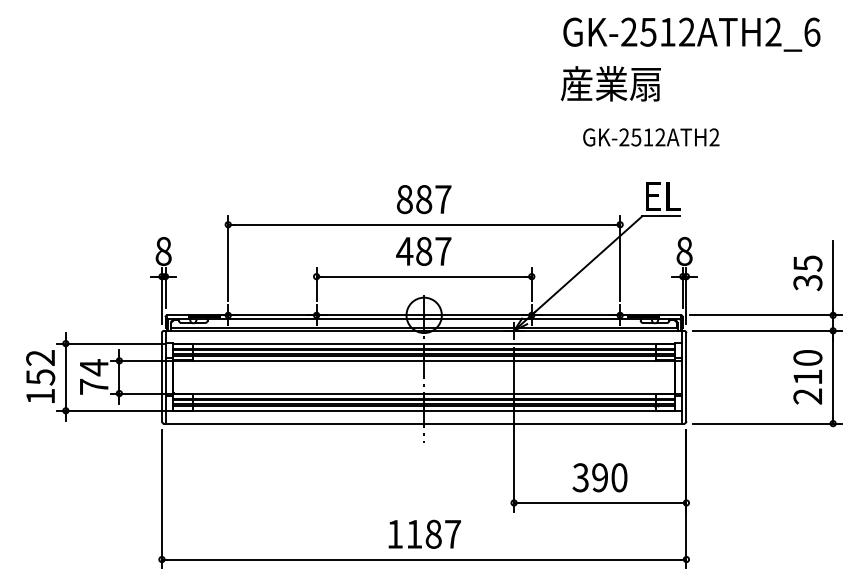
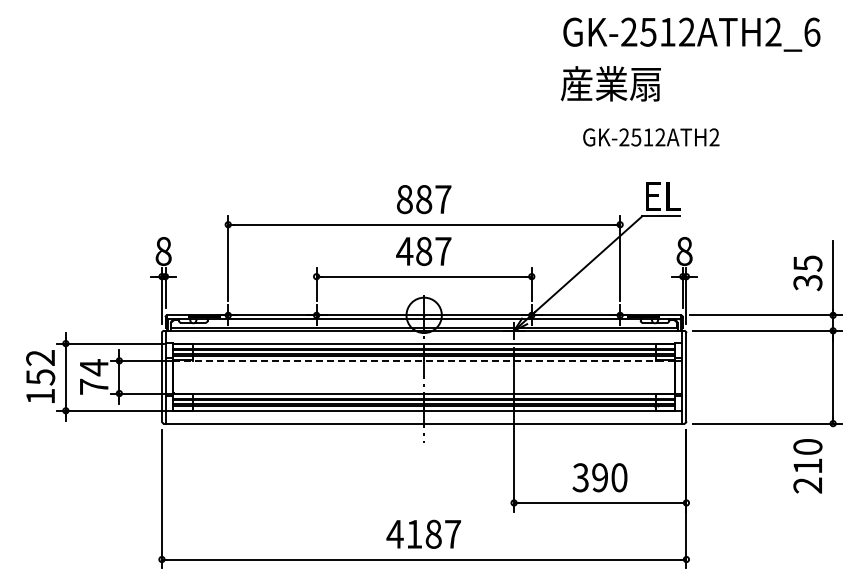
line at (424, 360): solid -> dashed
text at (807, 377) position: (807, 377) -> (807, 466)
text at (394, 534): 1187 -> 4187
